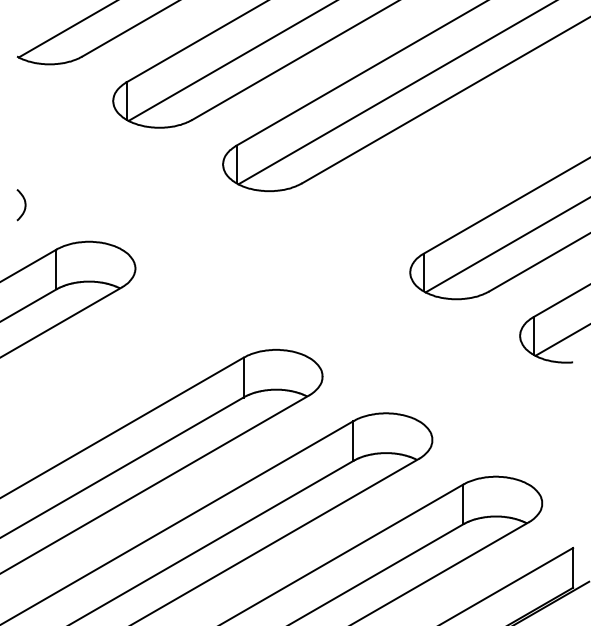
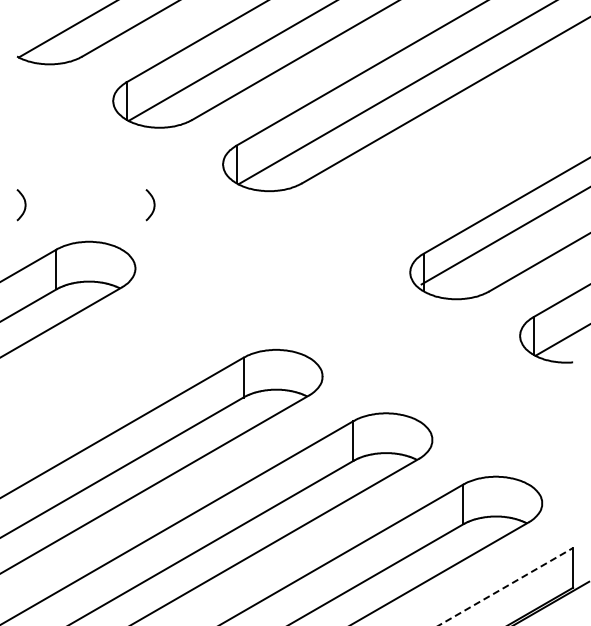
curve at (153, 205): none -> present
line at (506, 245) position: (506, 245) -> (504, 236)
line at (505, 586): solid -> dashed
